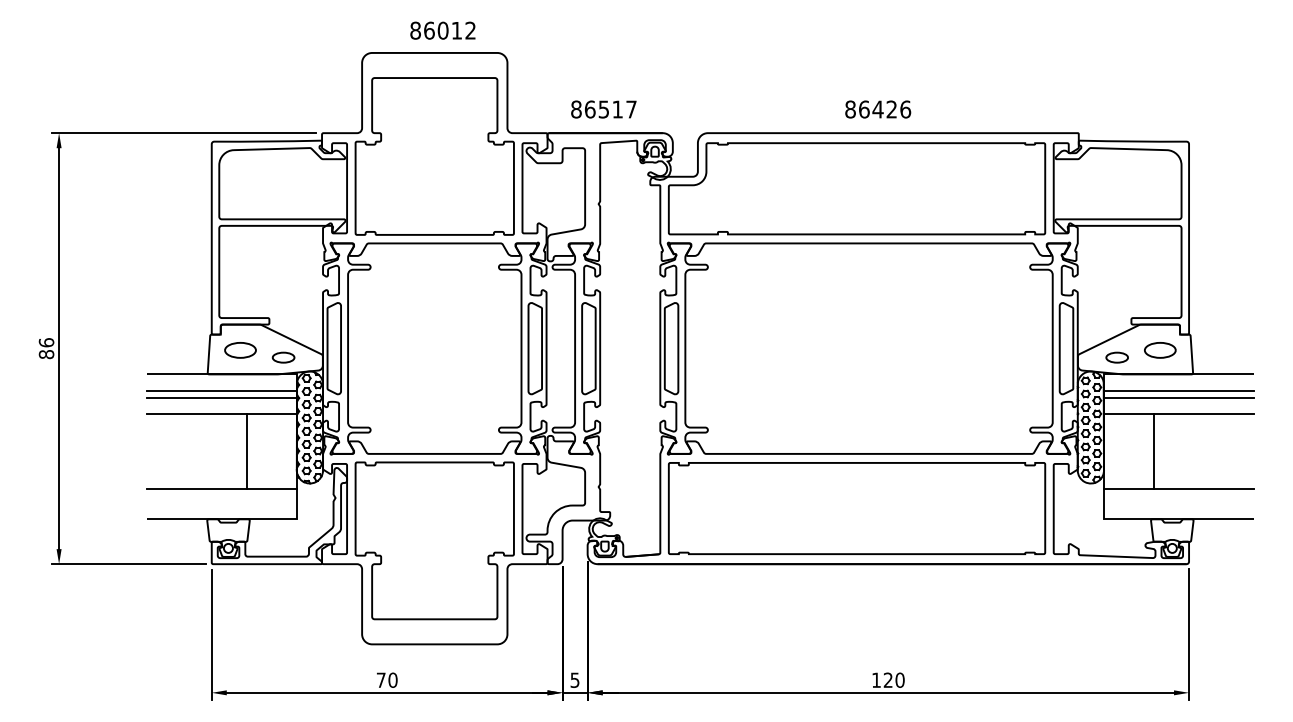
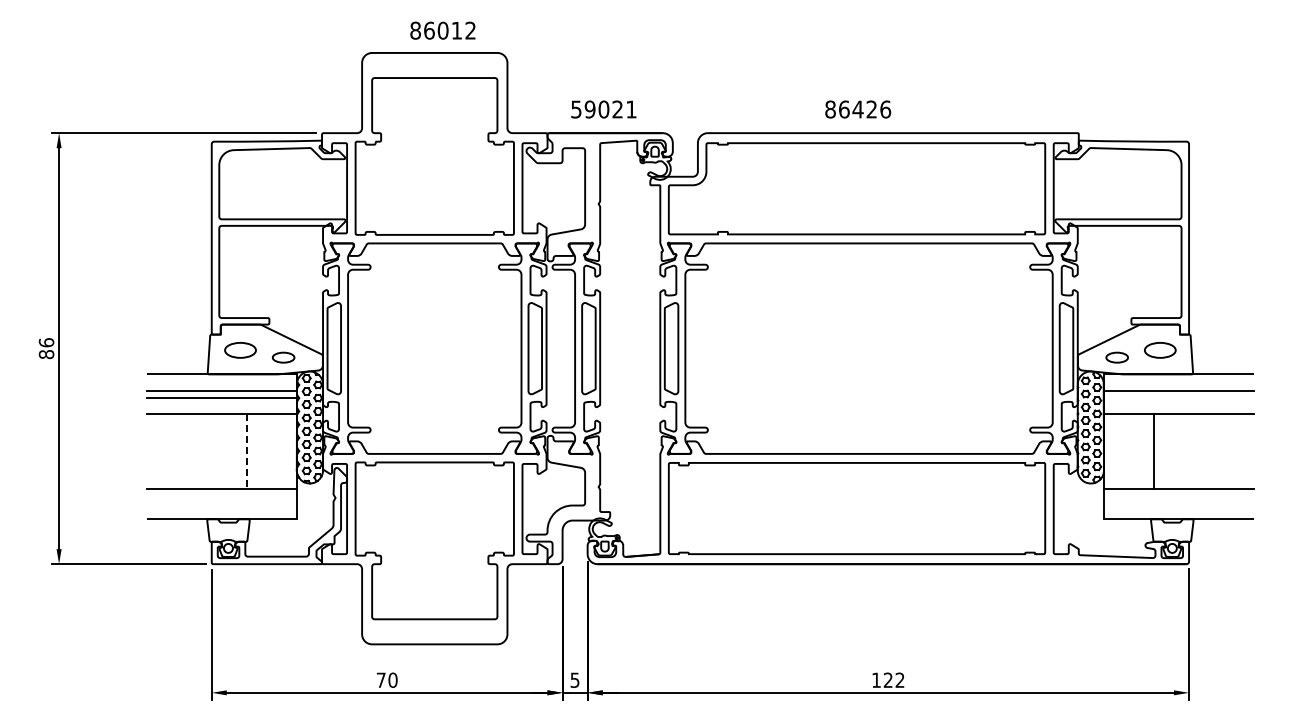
text at (603, 109): 86517 -> 59021
text at (878, 109) position: (878, 109) -> (858, 109)
line at (1178, 397): present -> none
line at (246, 451): solid -> dashed
text at (899, 679): 120 -> 122
